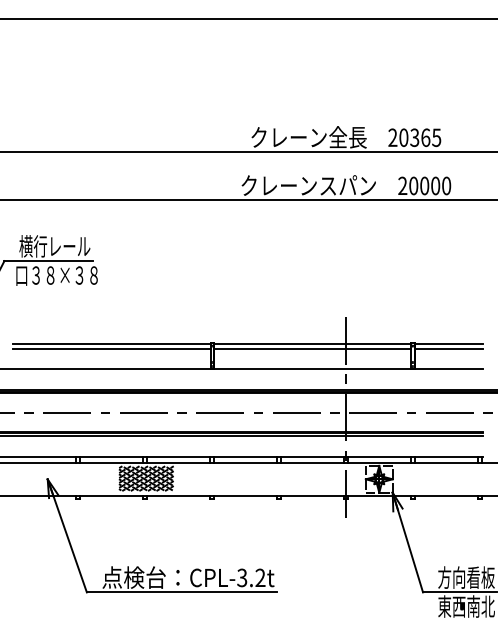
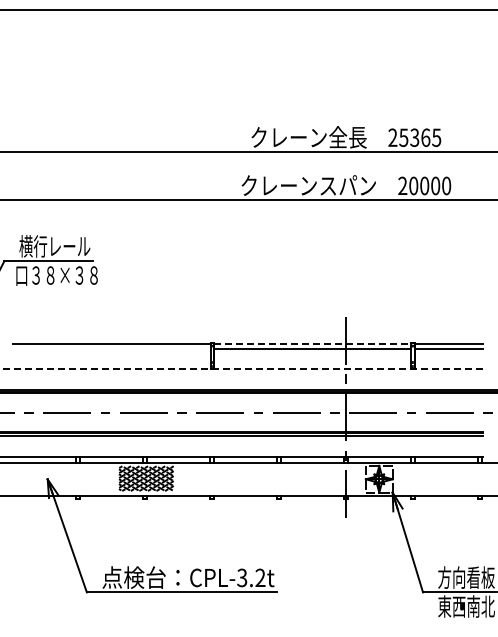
line at (248, 19) position: (248, 19) -> (248, 10)
text at (403, 137): 20365 -> 25365
line at (312, 343): solid -> dashed
line at (111, 348): present -> none
line at (240, 369): solid -> dashed
